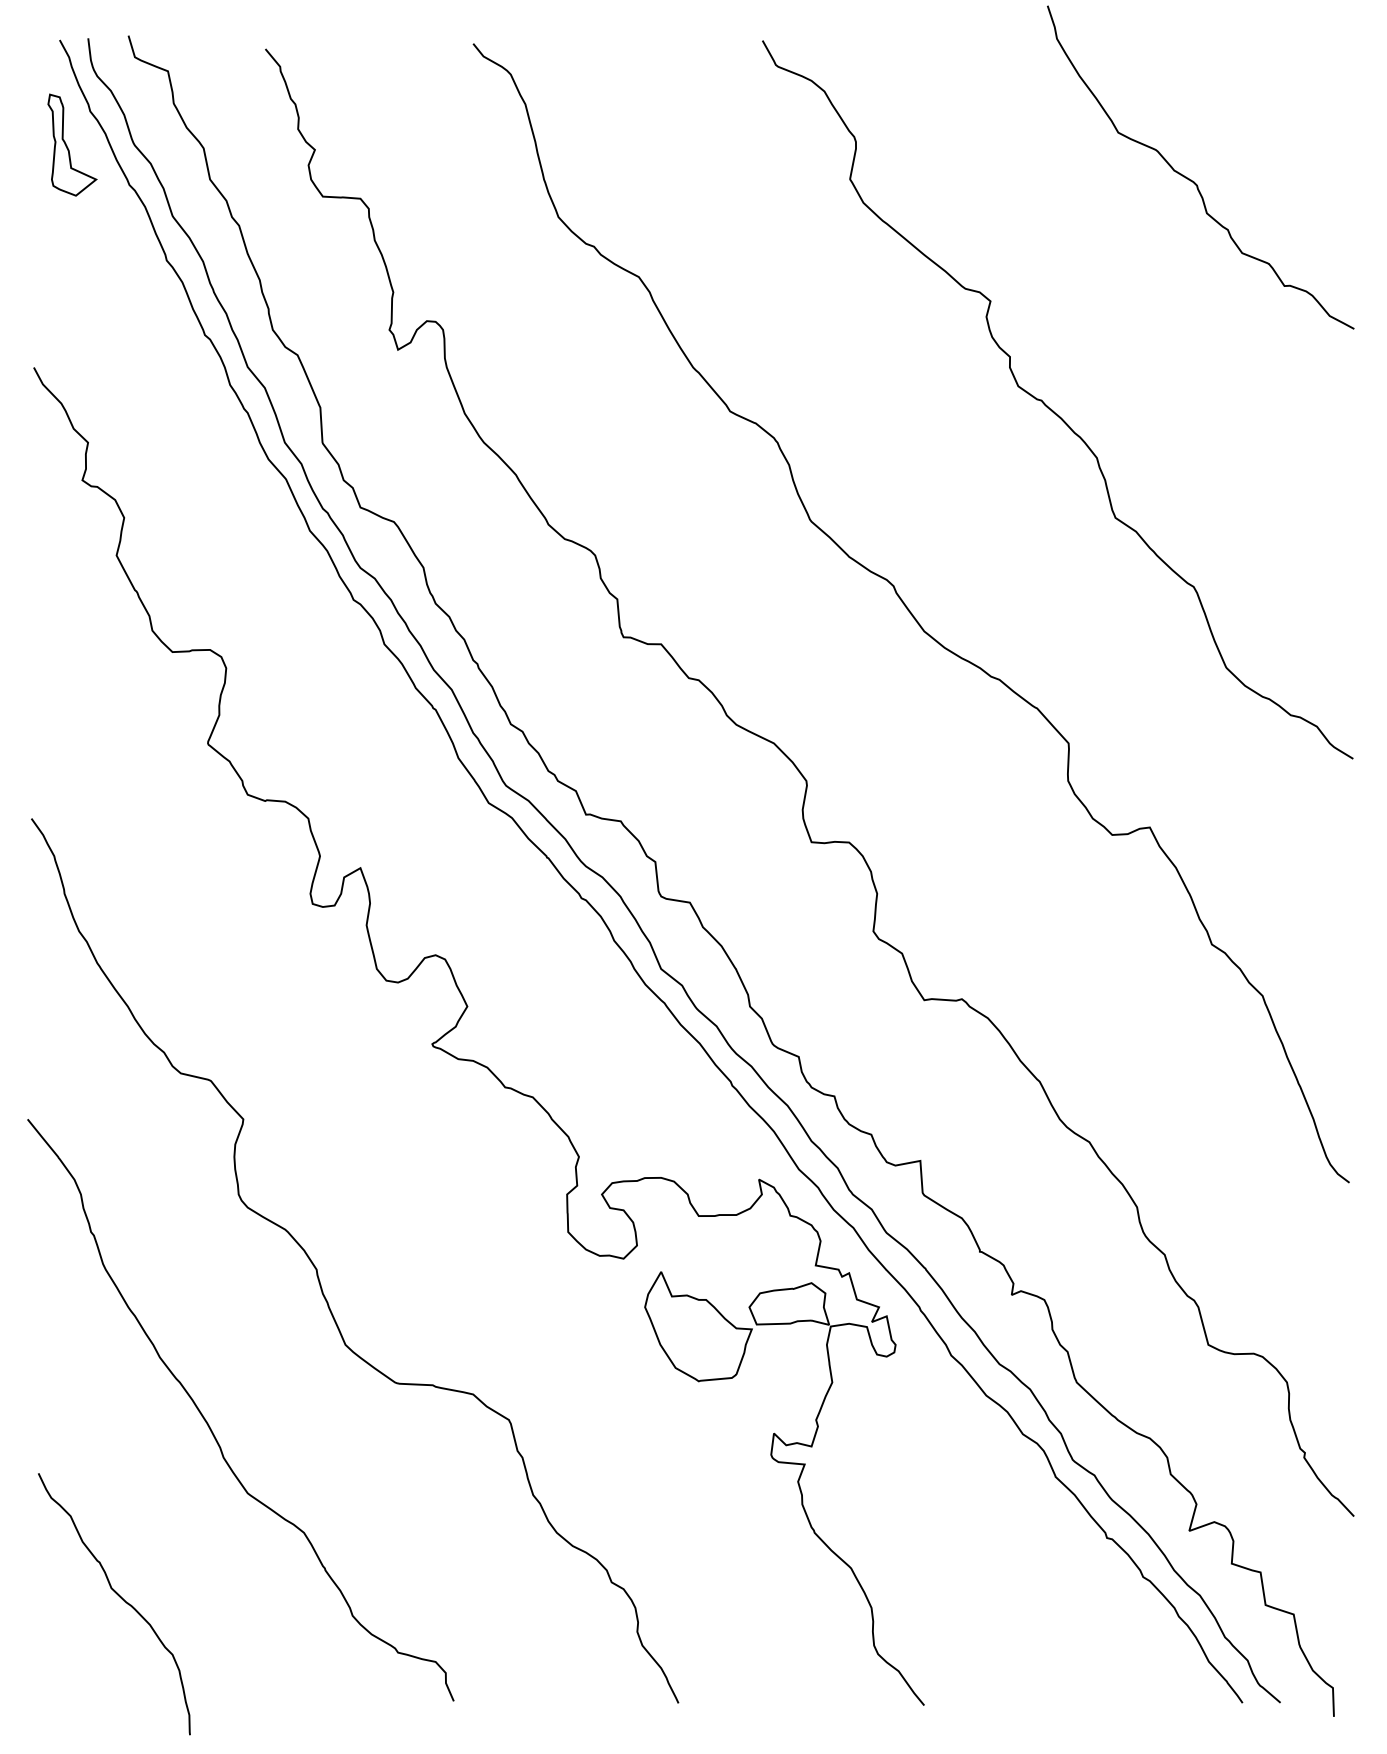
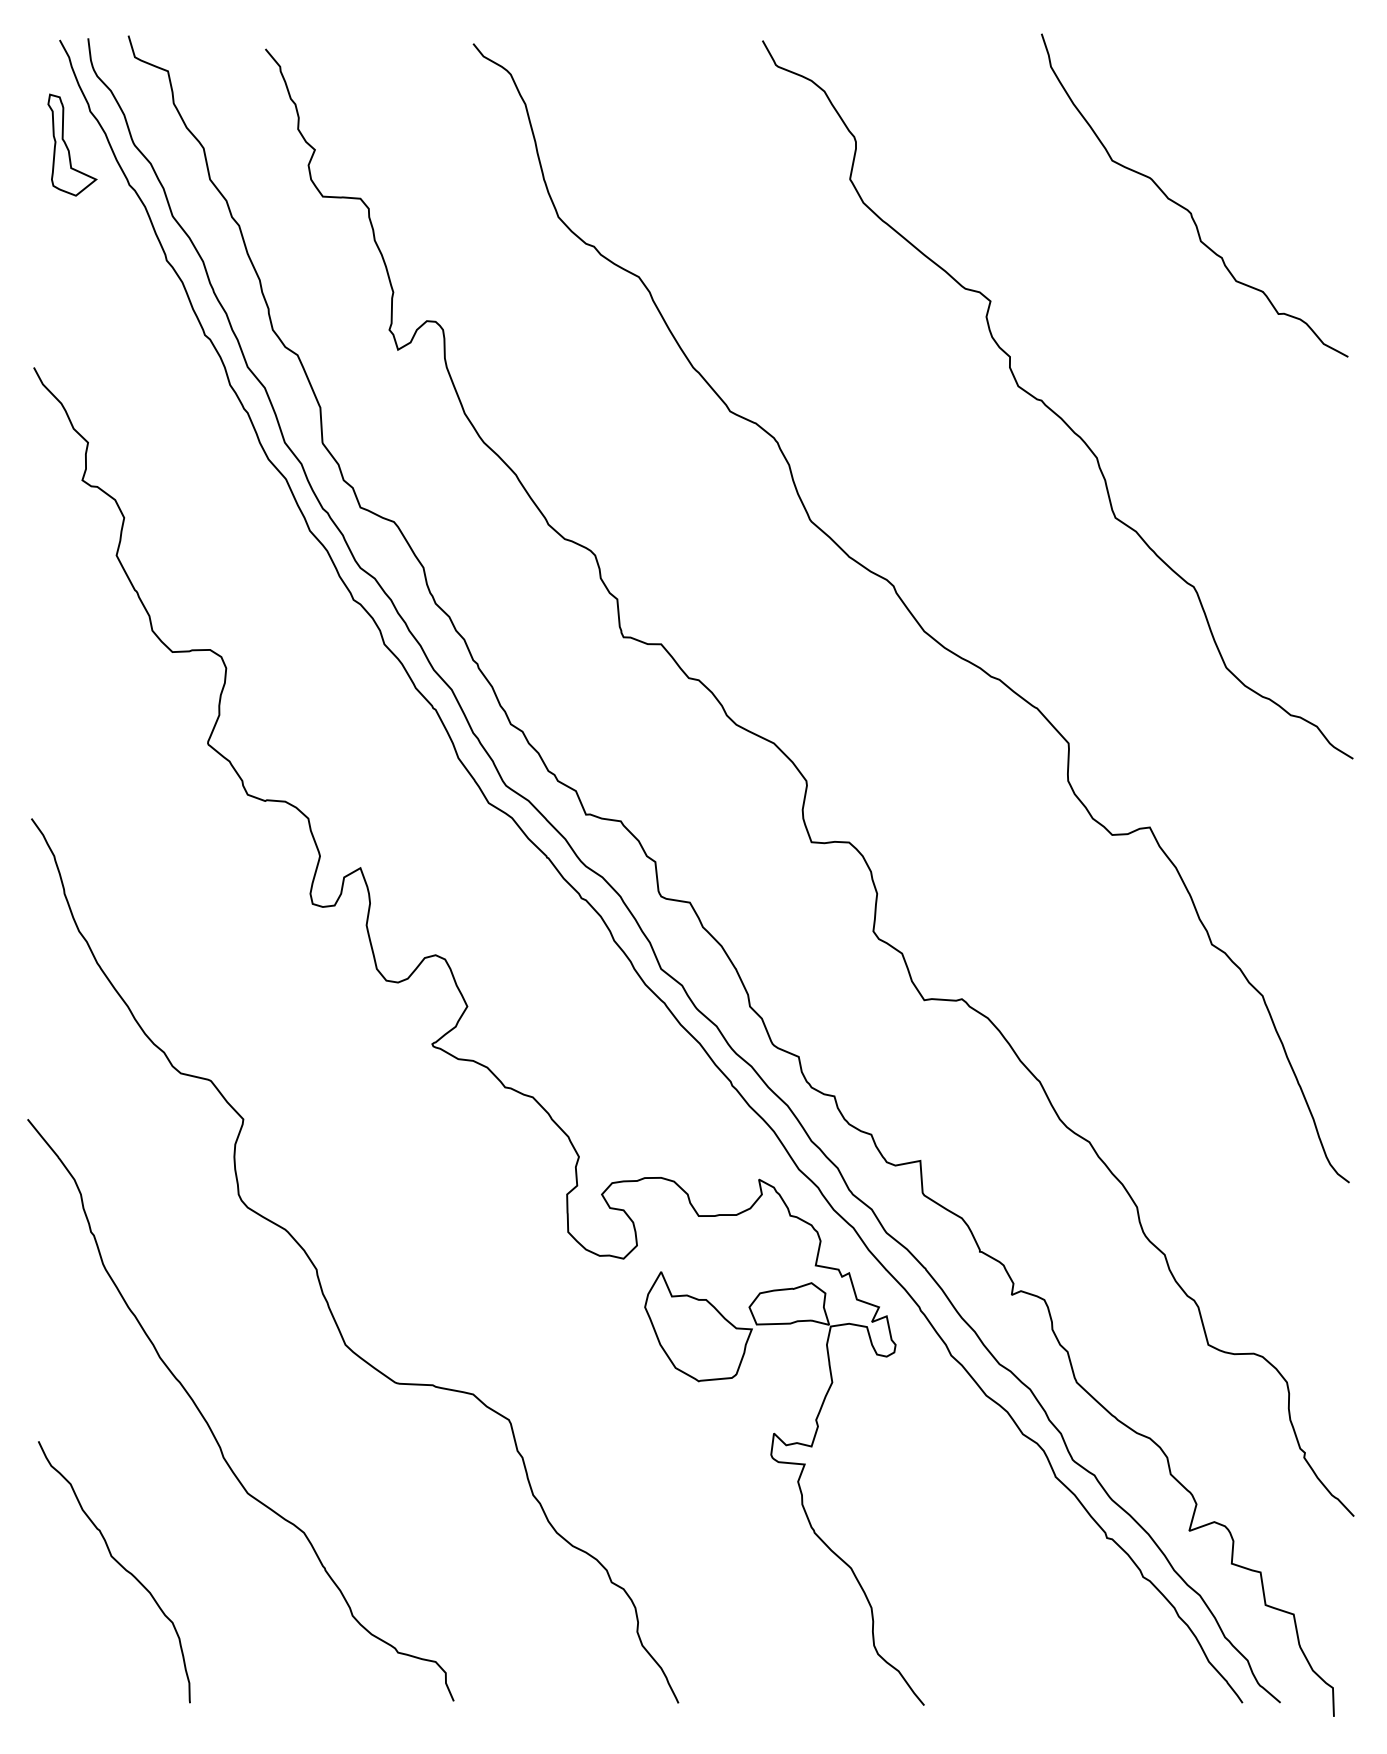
curve at (1191, 179) position: (1191, 179) -> (1185, 207)
curve at (120, 1598) position: (120, 1598) -> (120, 1566)
